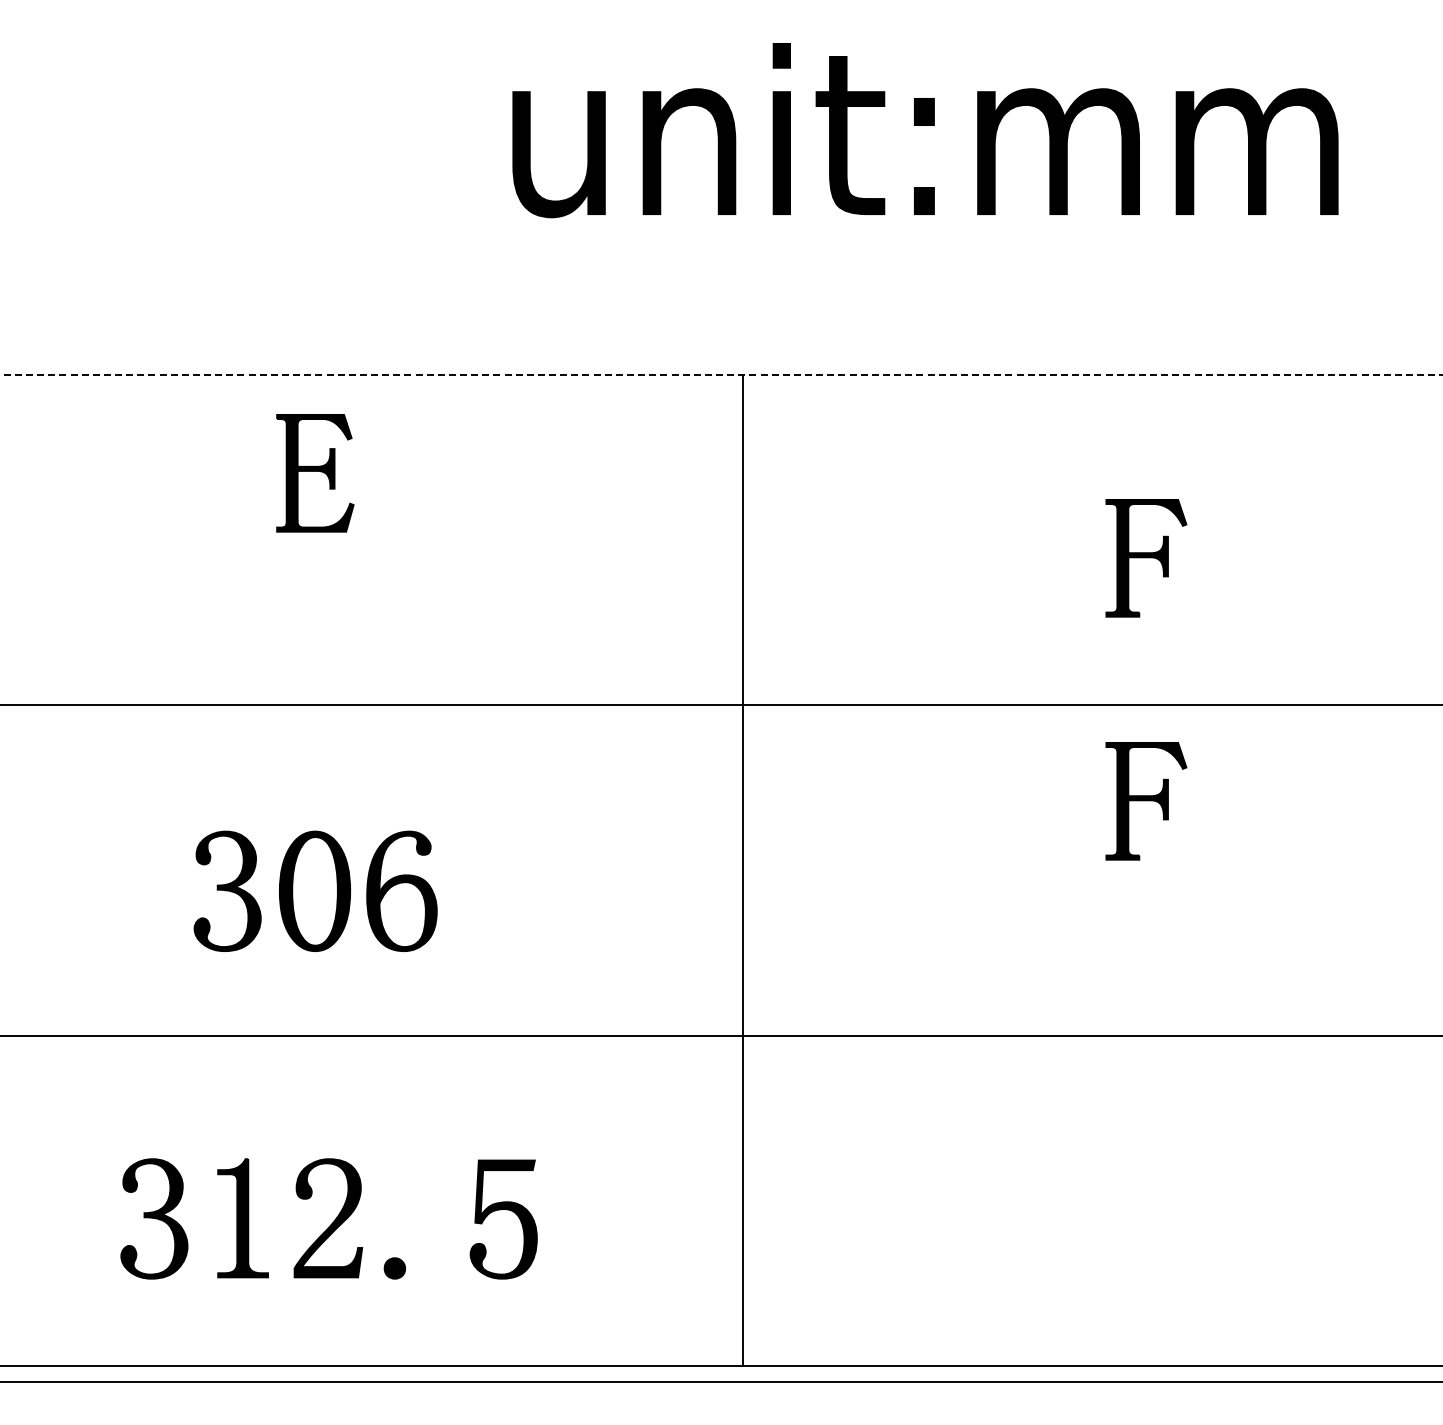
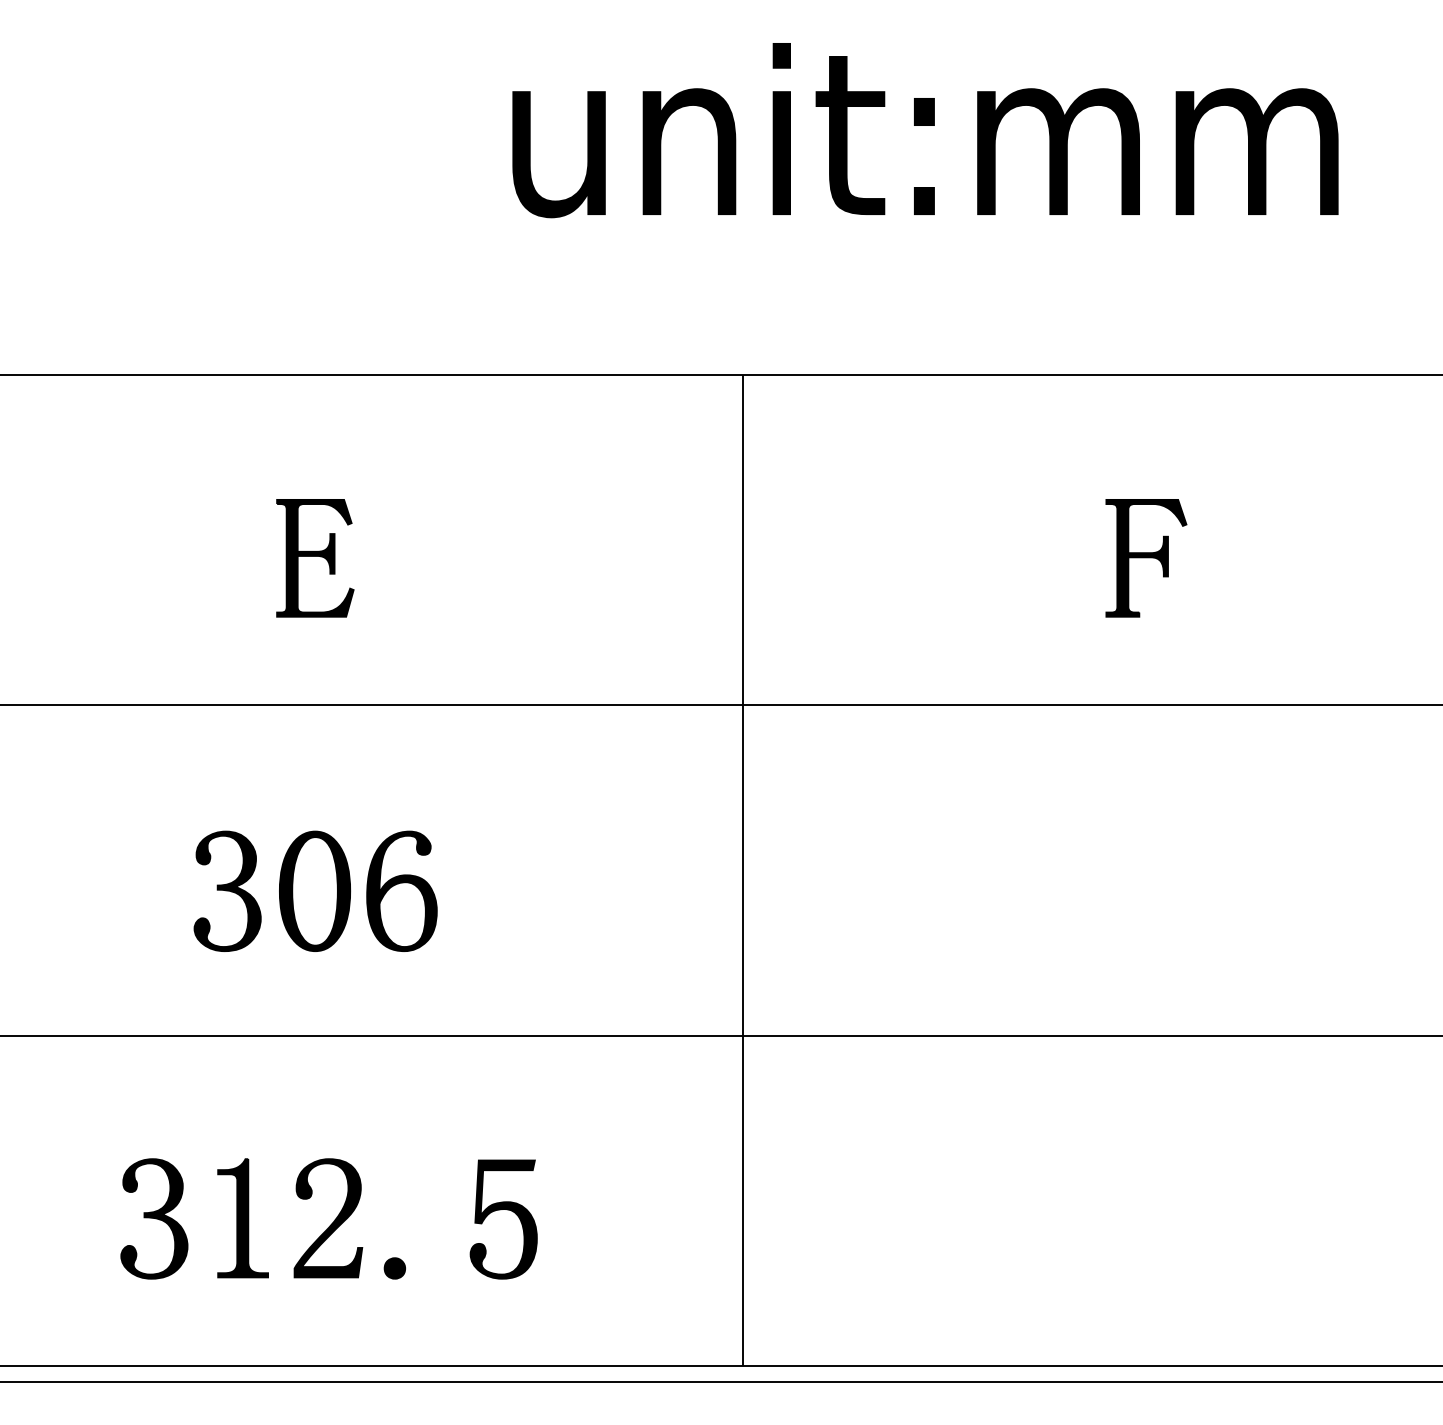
line at (721, 375): dashed -> solid
part at (315, 473) position: (315, 473) -> (315, 558)
part at (1146, 801): present -> none
